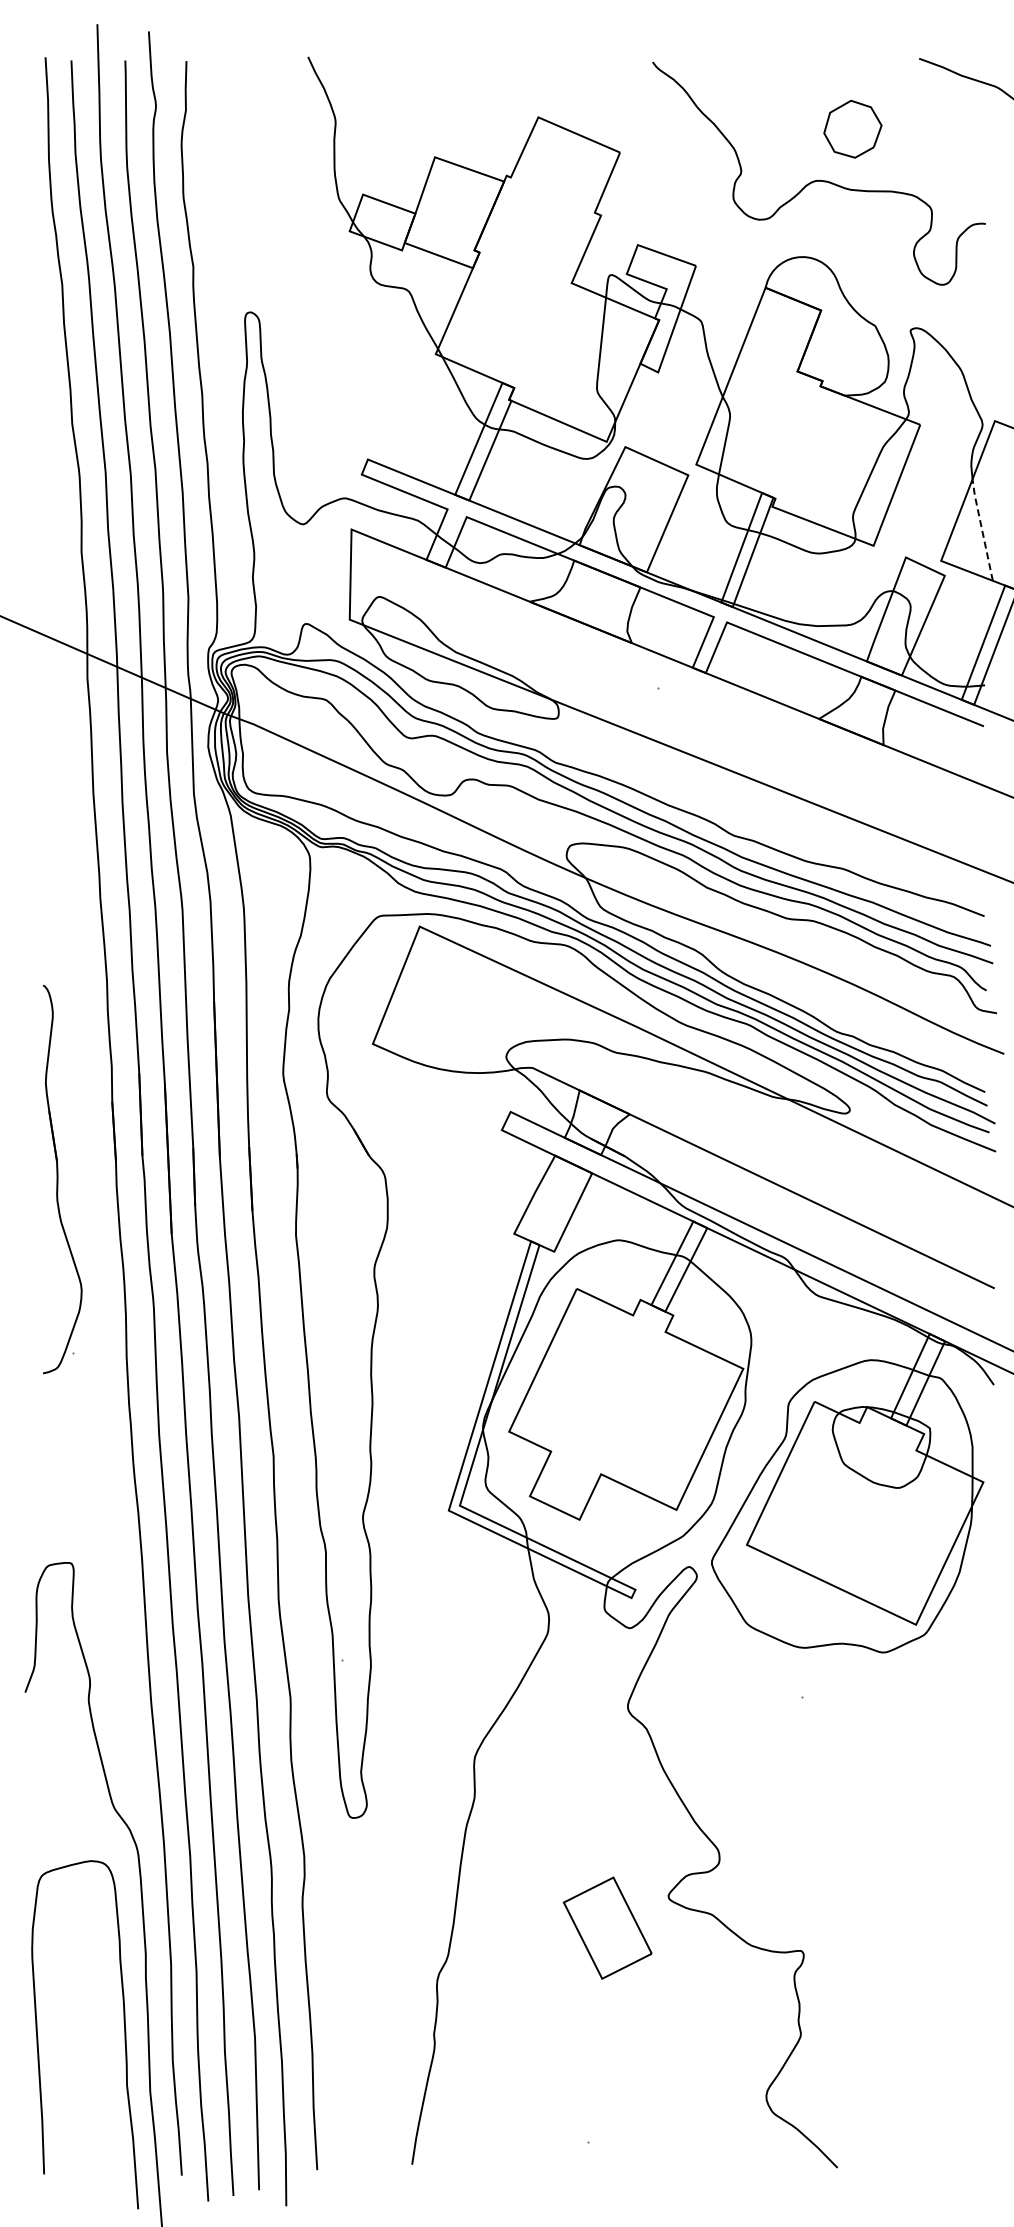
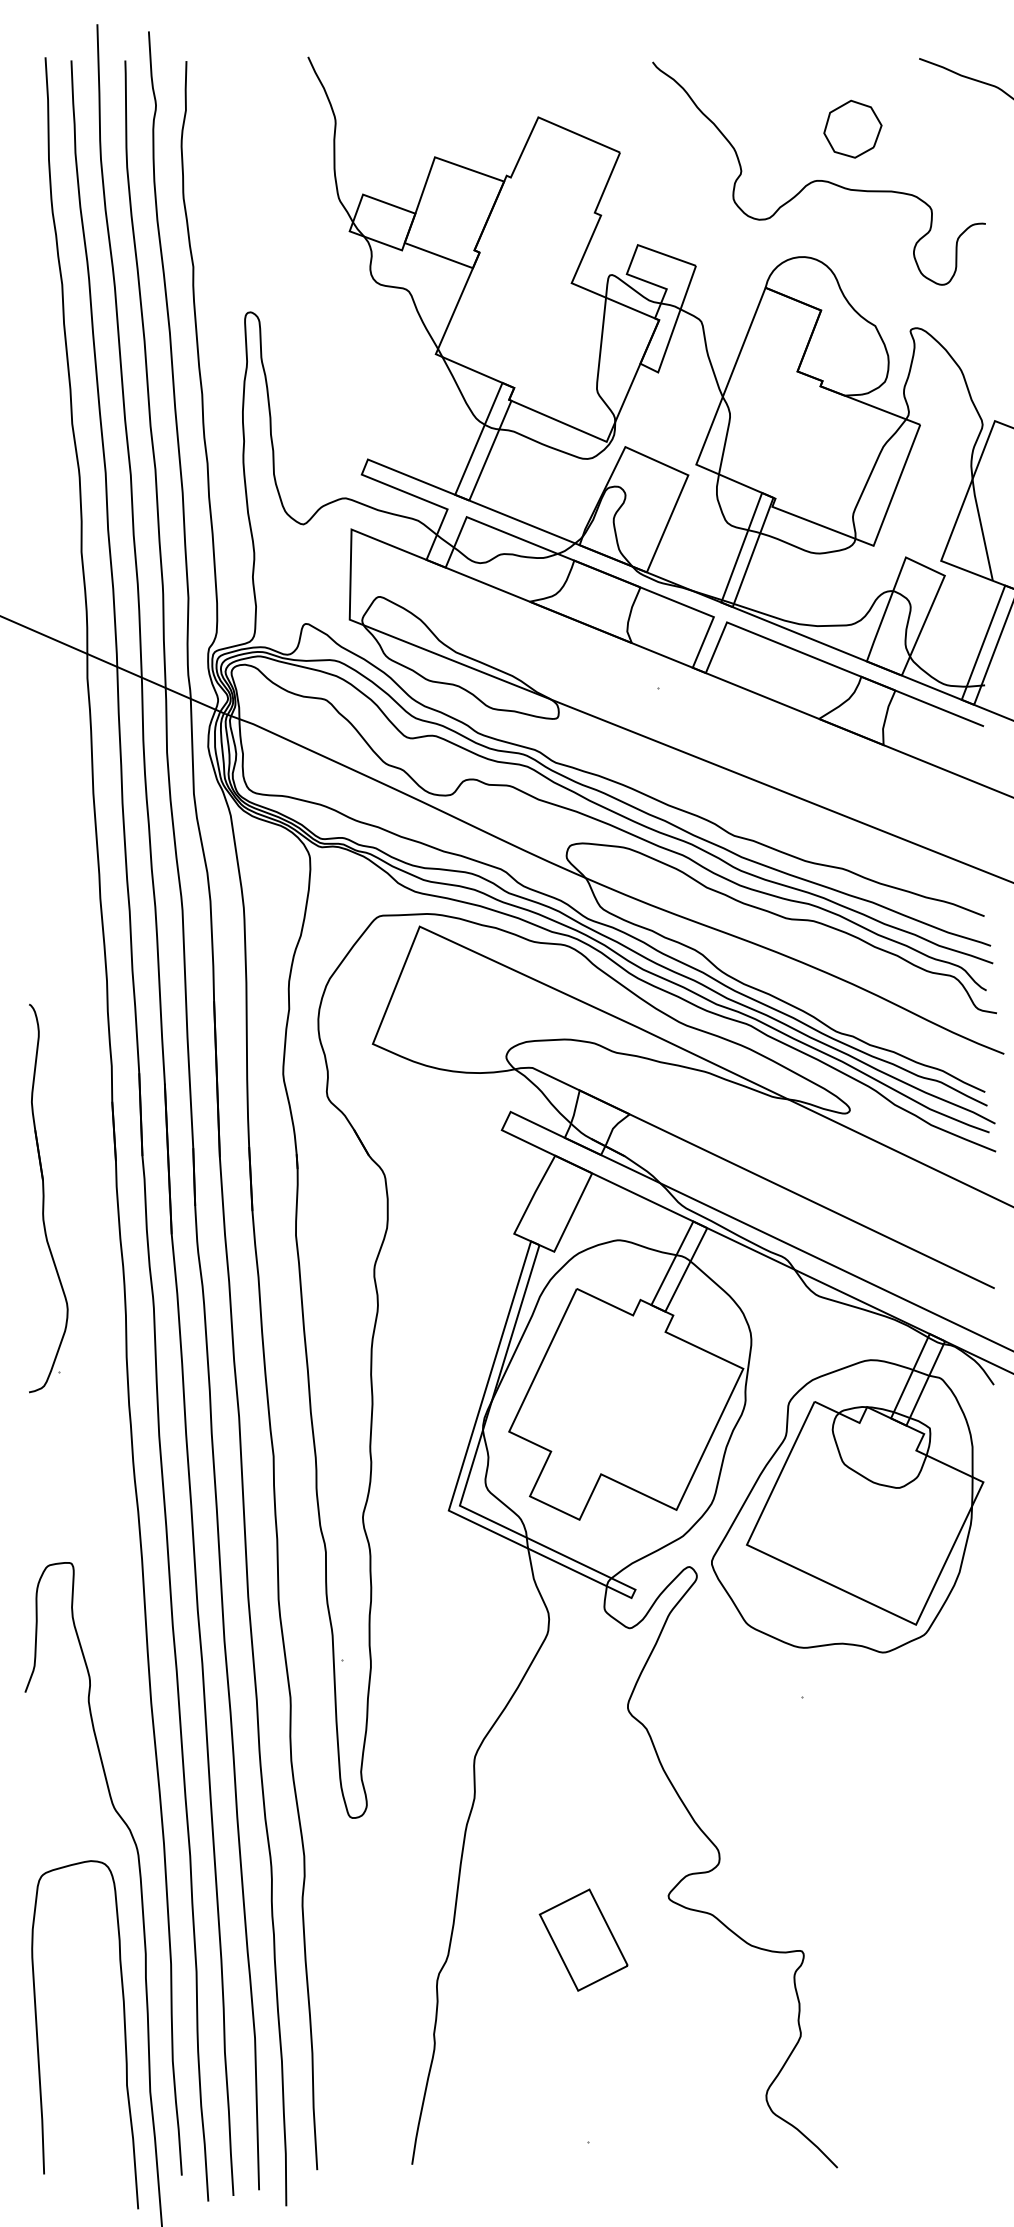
line at (981, 529): dashed -> solid
part at (62, 1179) position: (62, 1179) -> (48, 1198)
part at (607, 1927) position: (607, 1927) -> (583, 1939)
